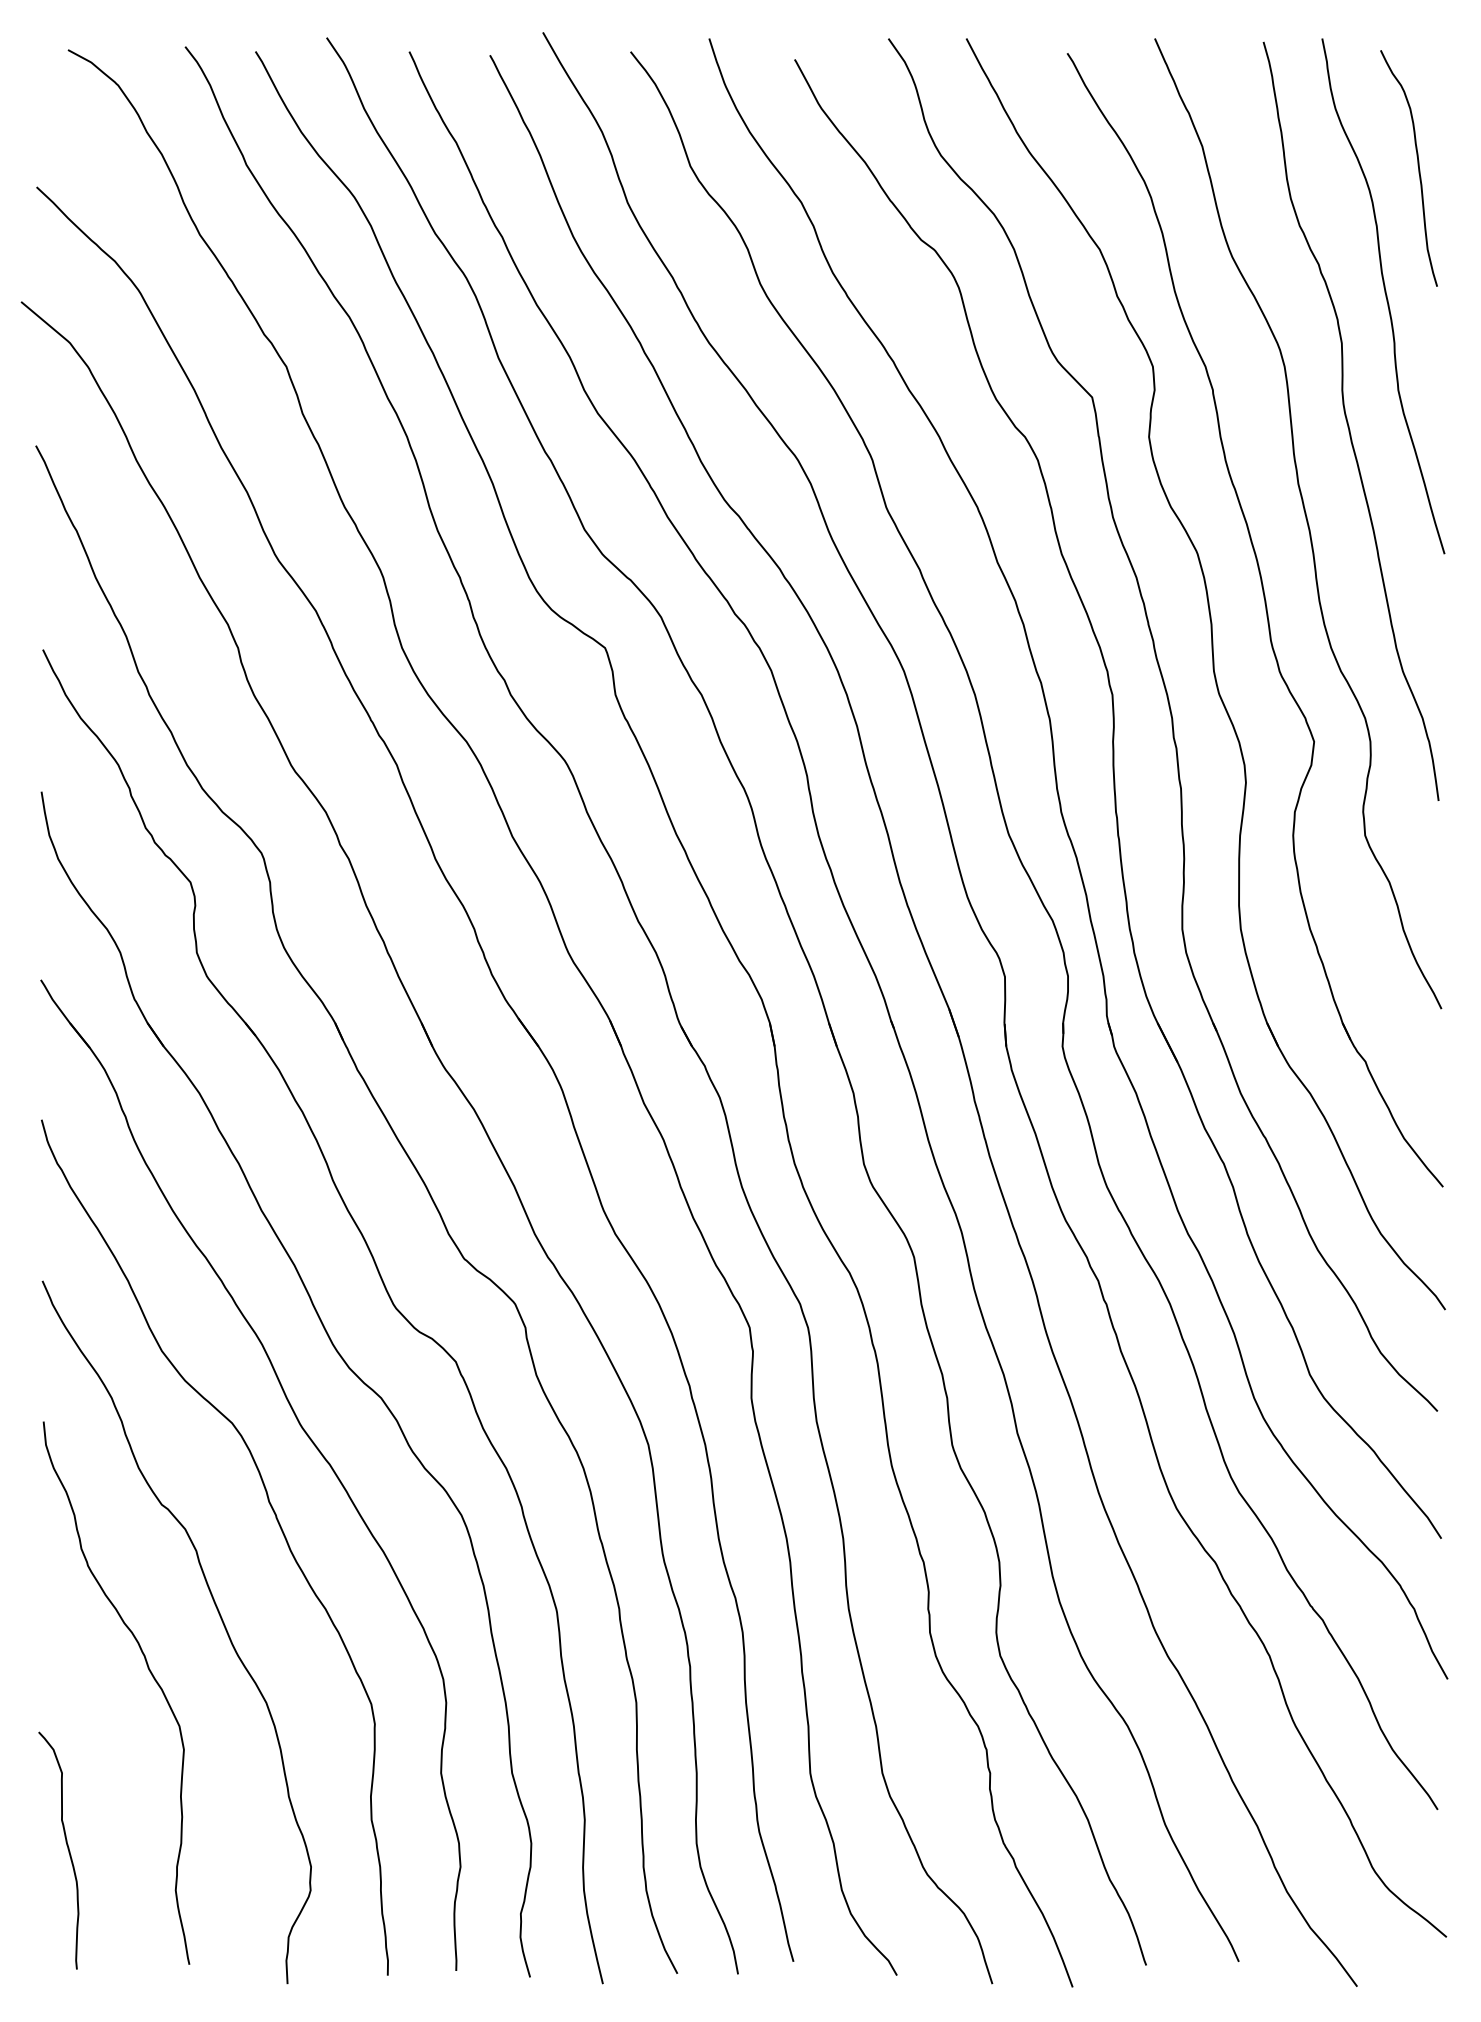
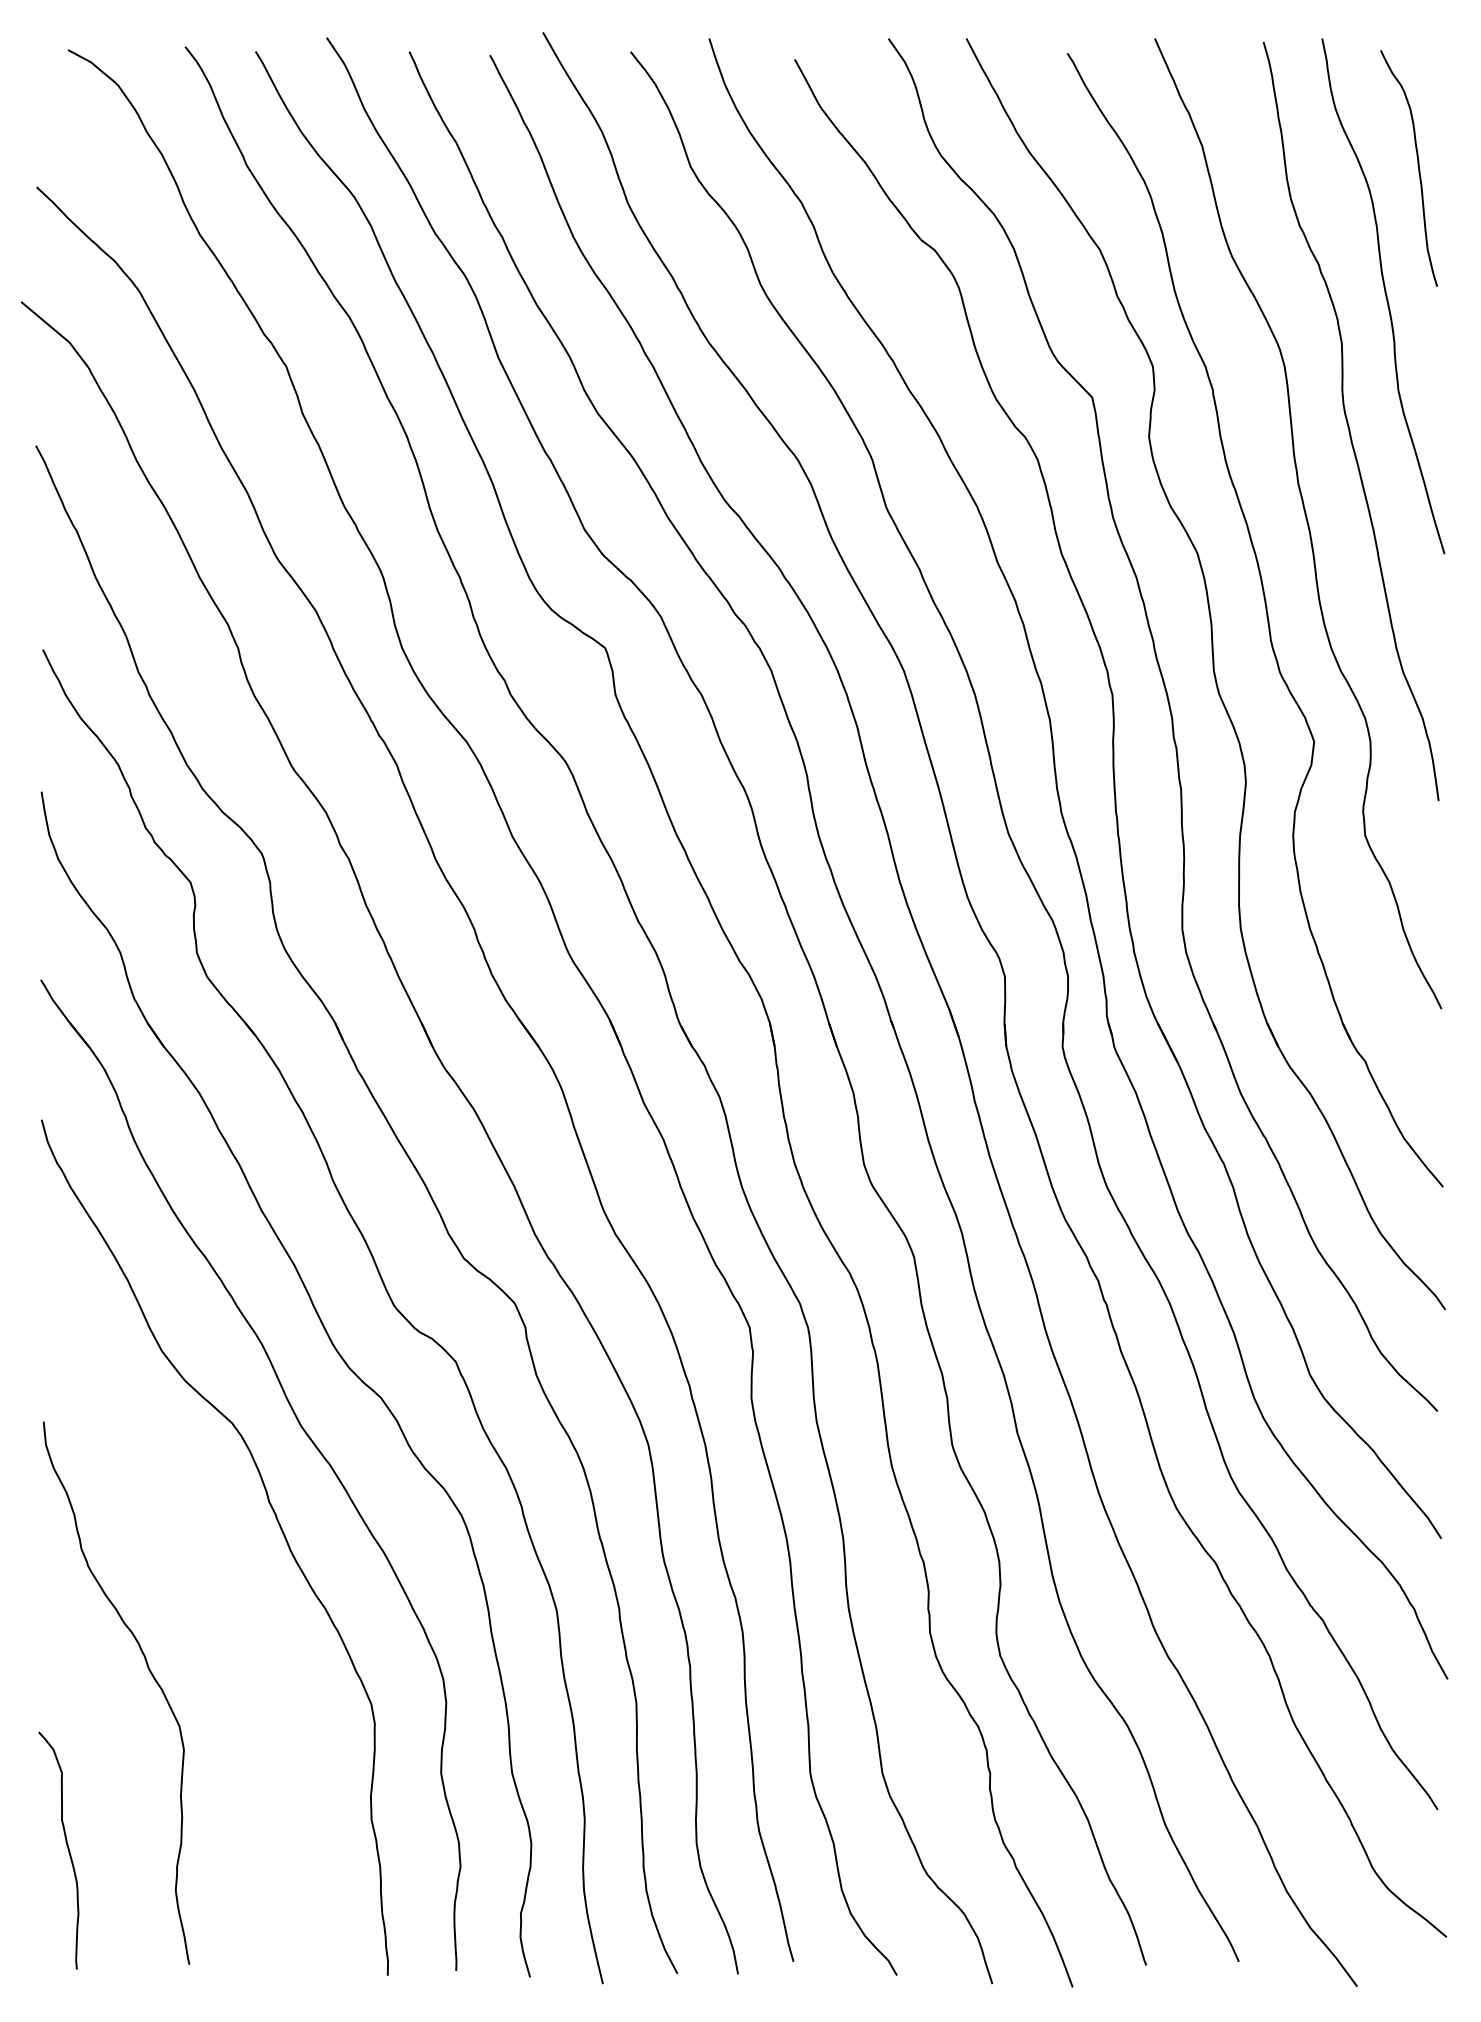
curve at (218, 1614): present -> none
